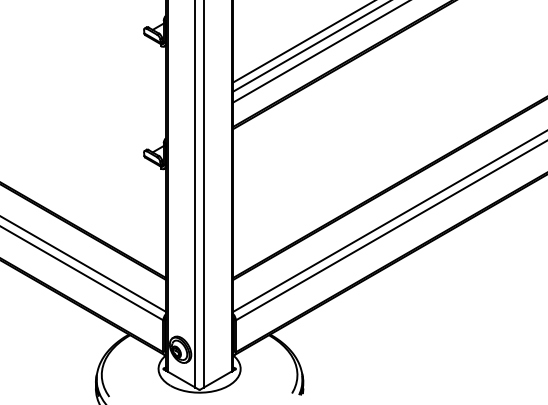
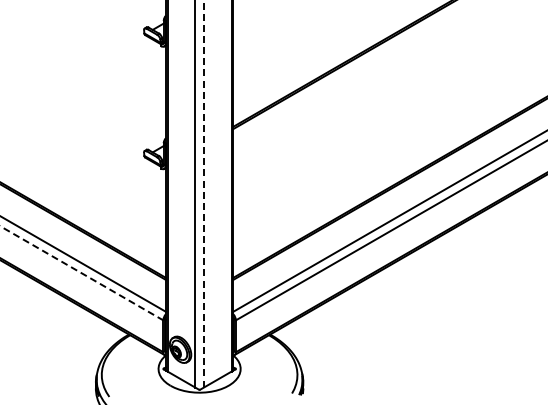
line at (302, 42): present -> none
line at (310, 46): present -> none
line at (319, 52): present -> none
line at (203, 193): solid -> dashed
line at (81, 273): solid -> dashed
